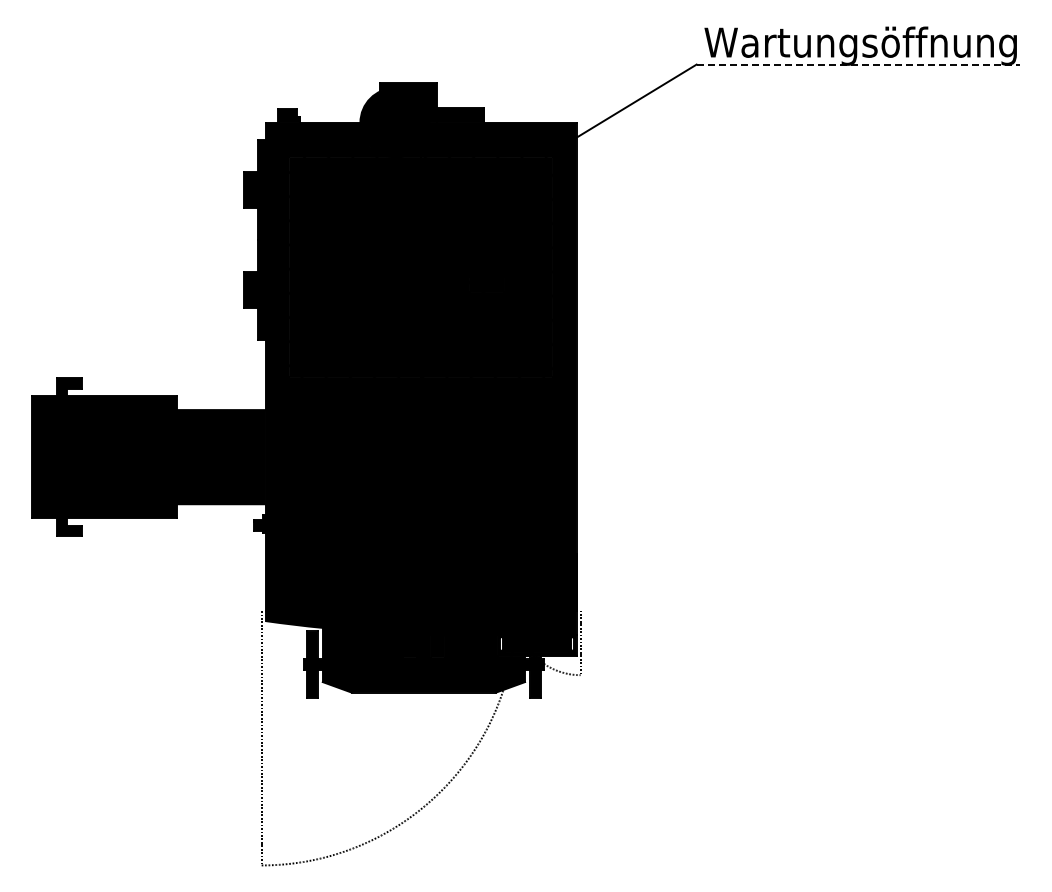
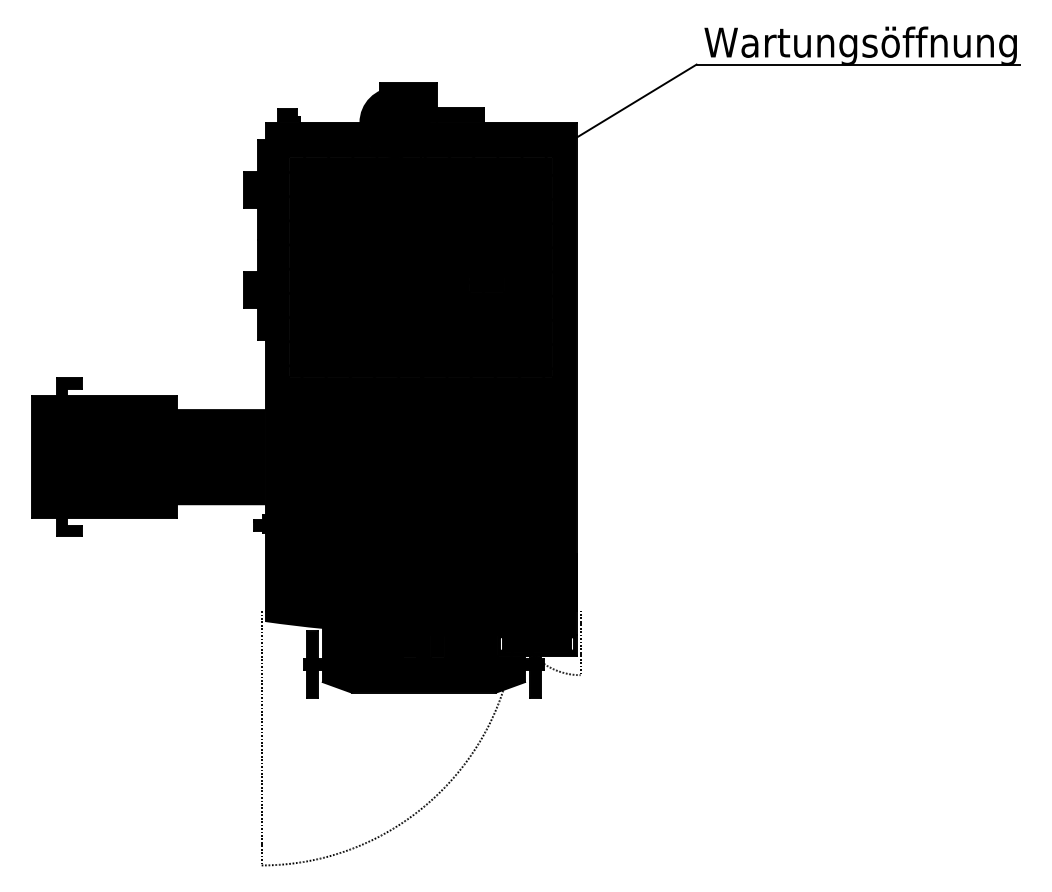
line at (858, 64): dashed -> solid
